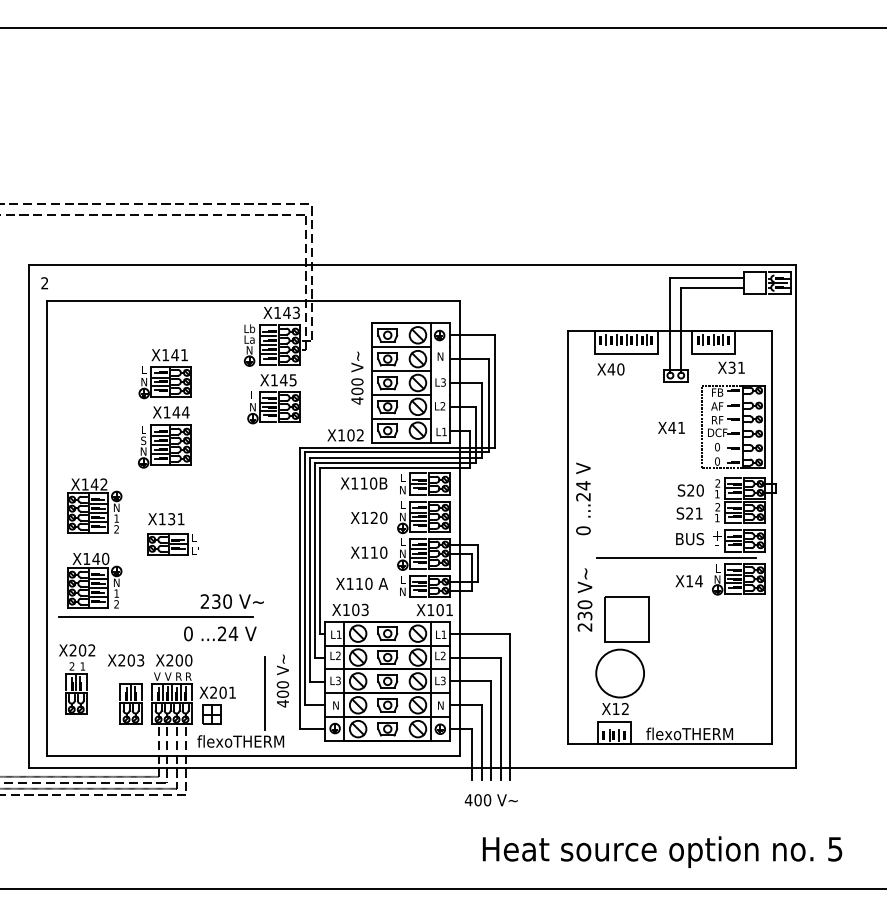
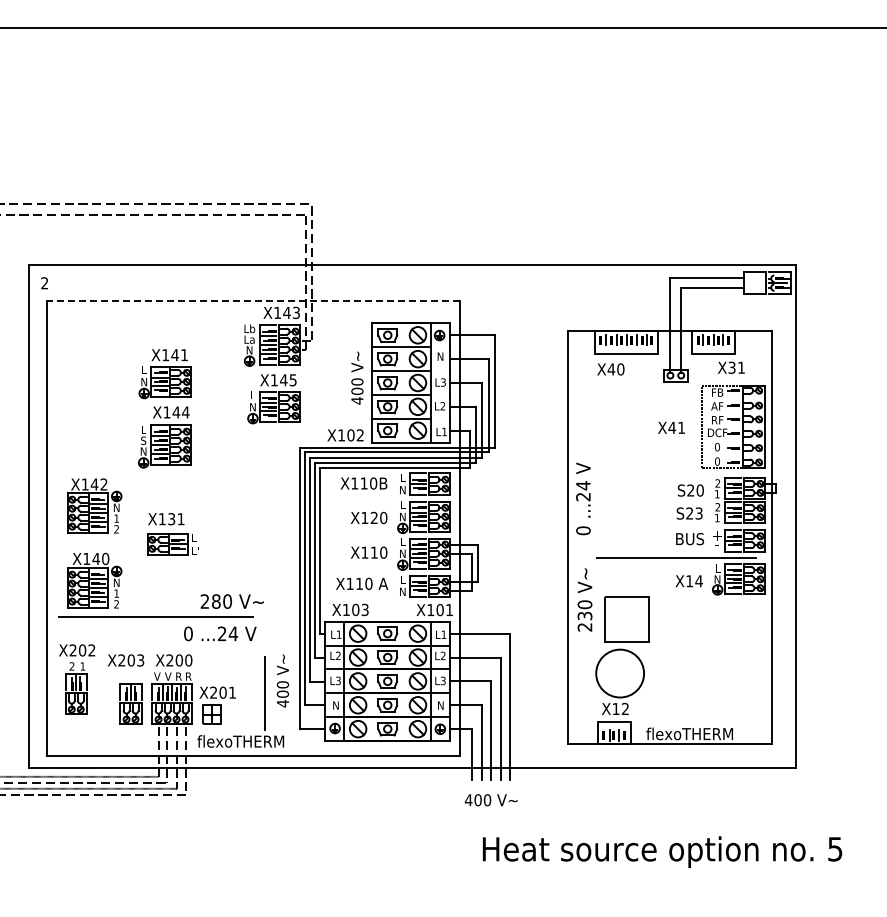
line at (253, 301): solid -> dashed
text at (698, 513): S21 -> S23
text at (216, 601): 230 -> 280
line at (442, 889): present -> none
